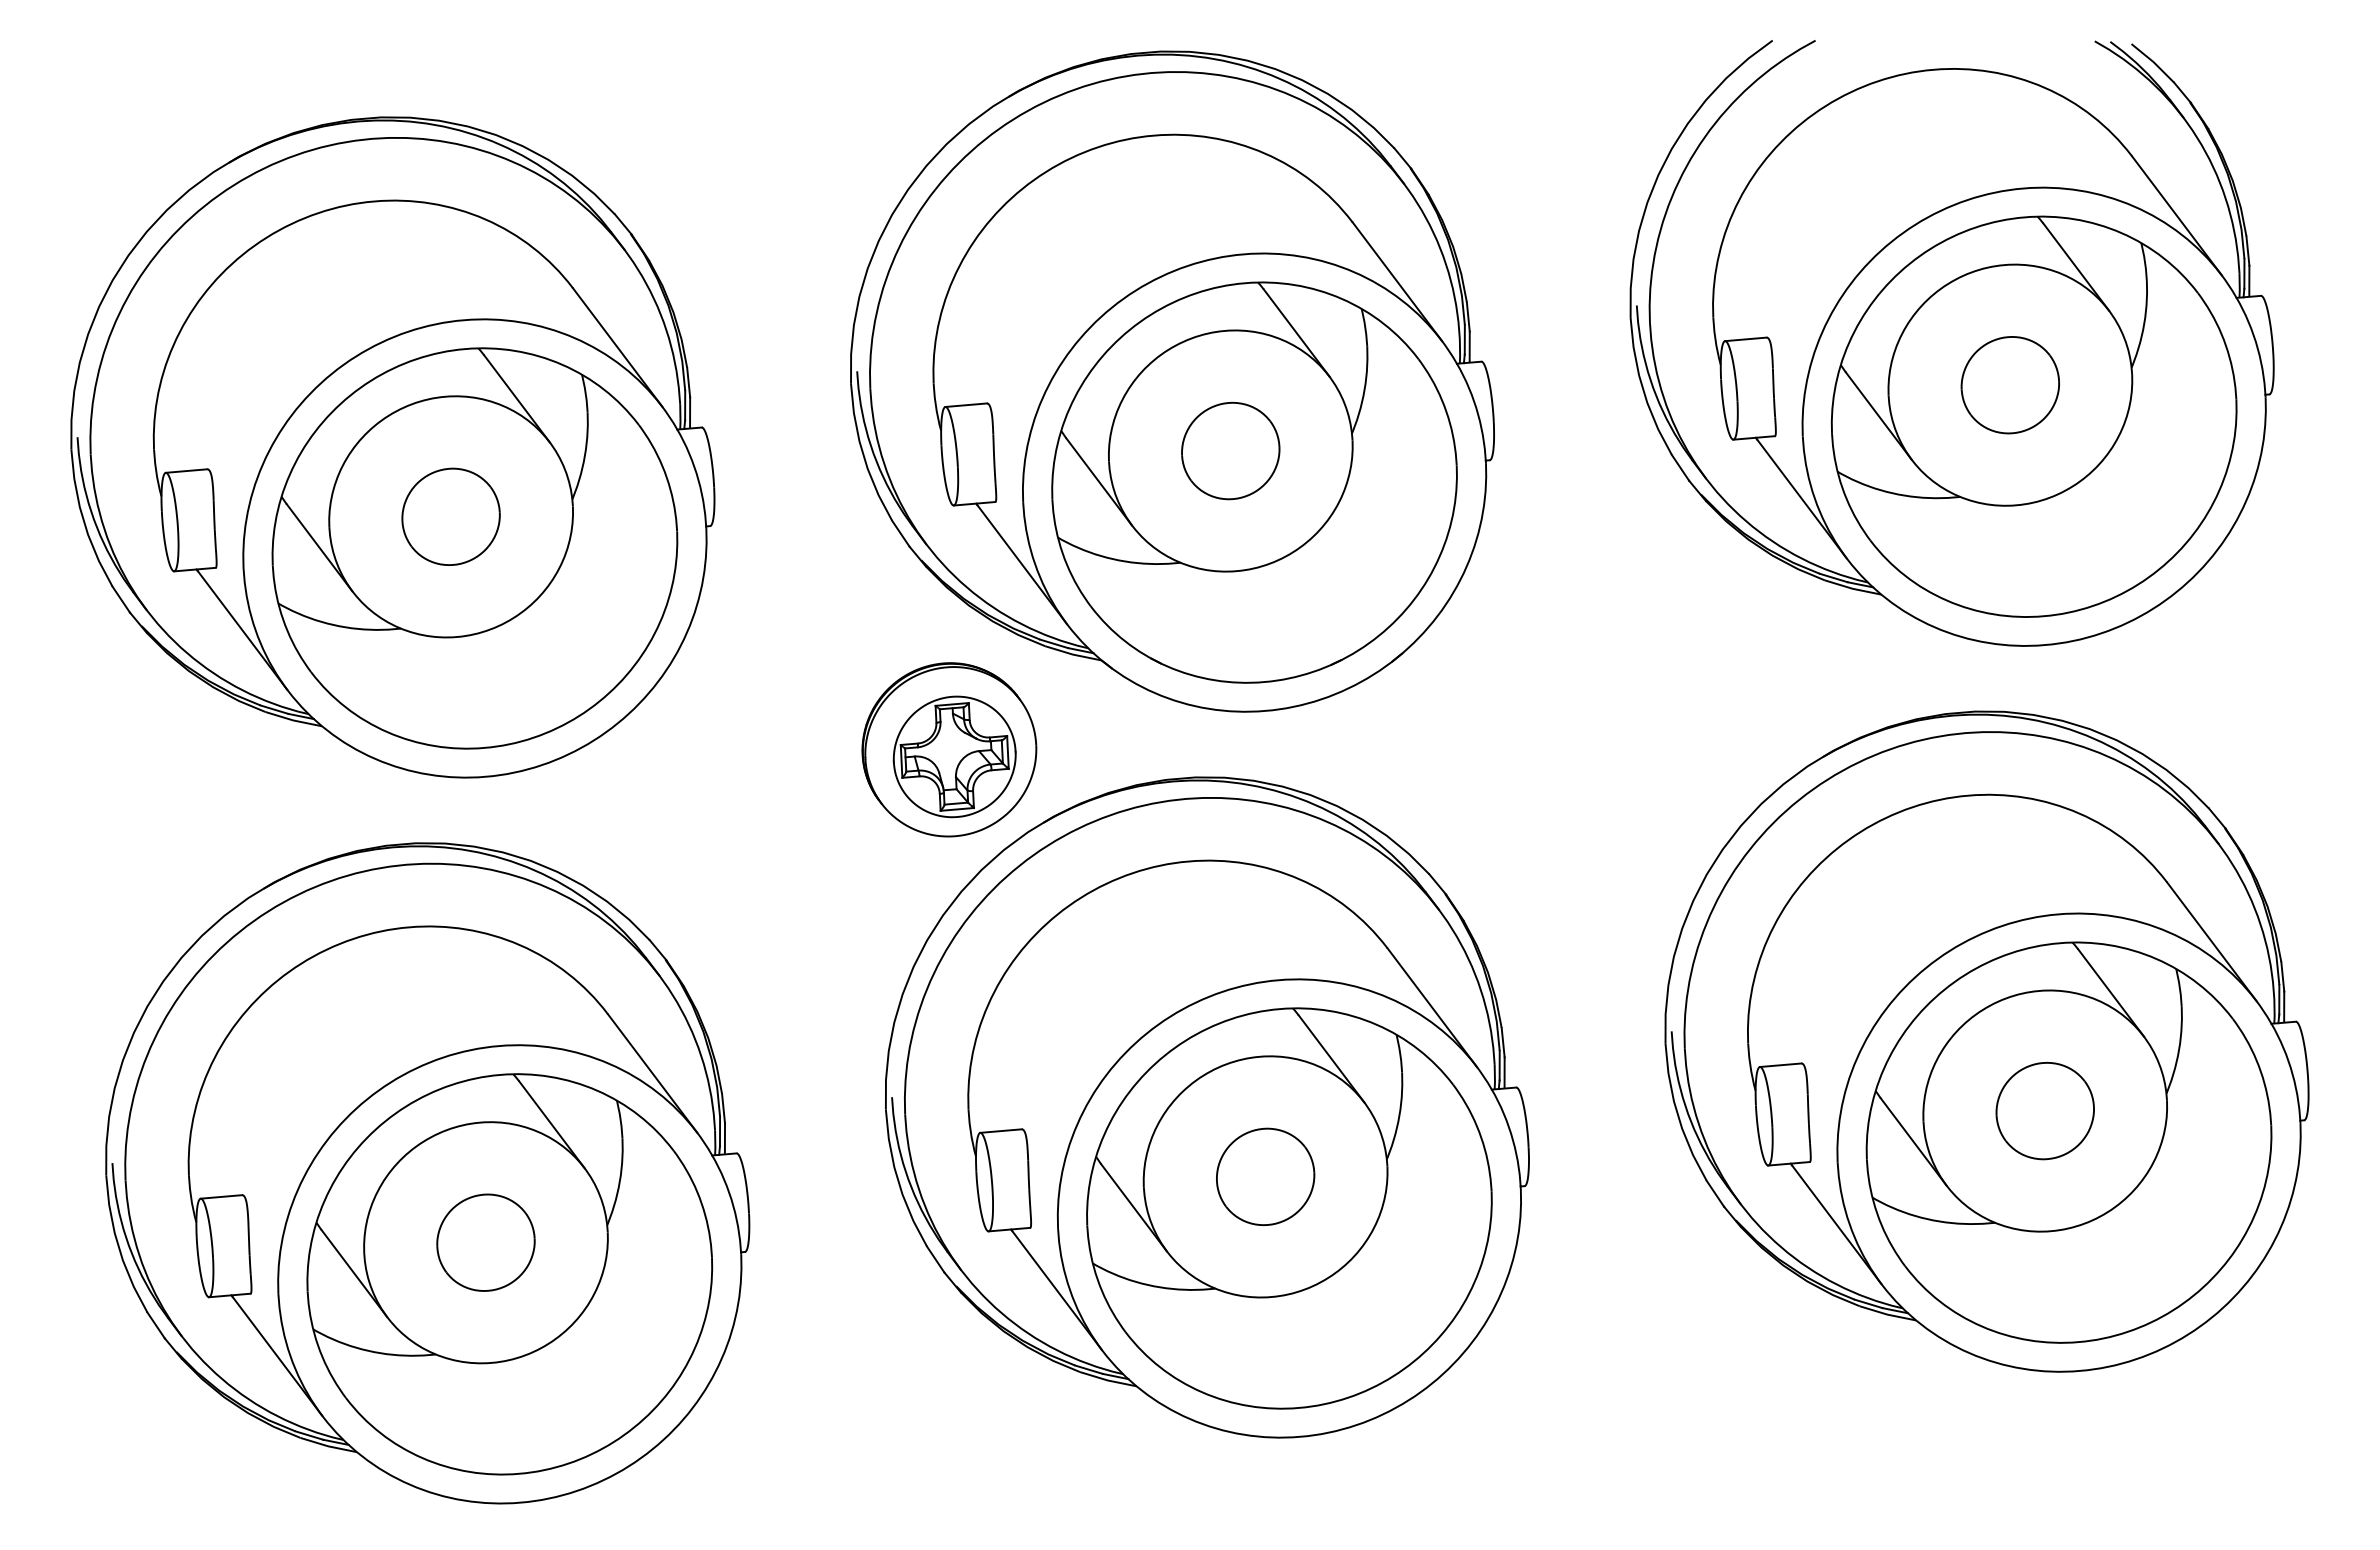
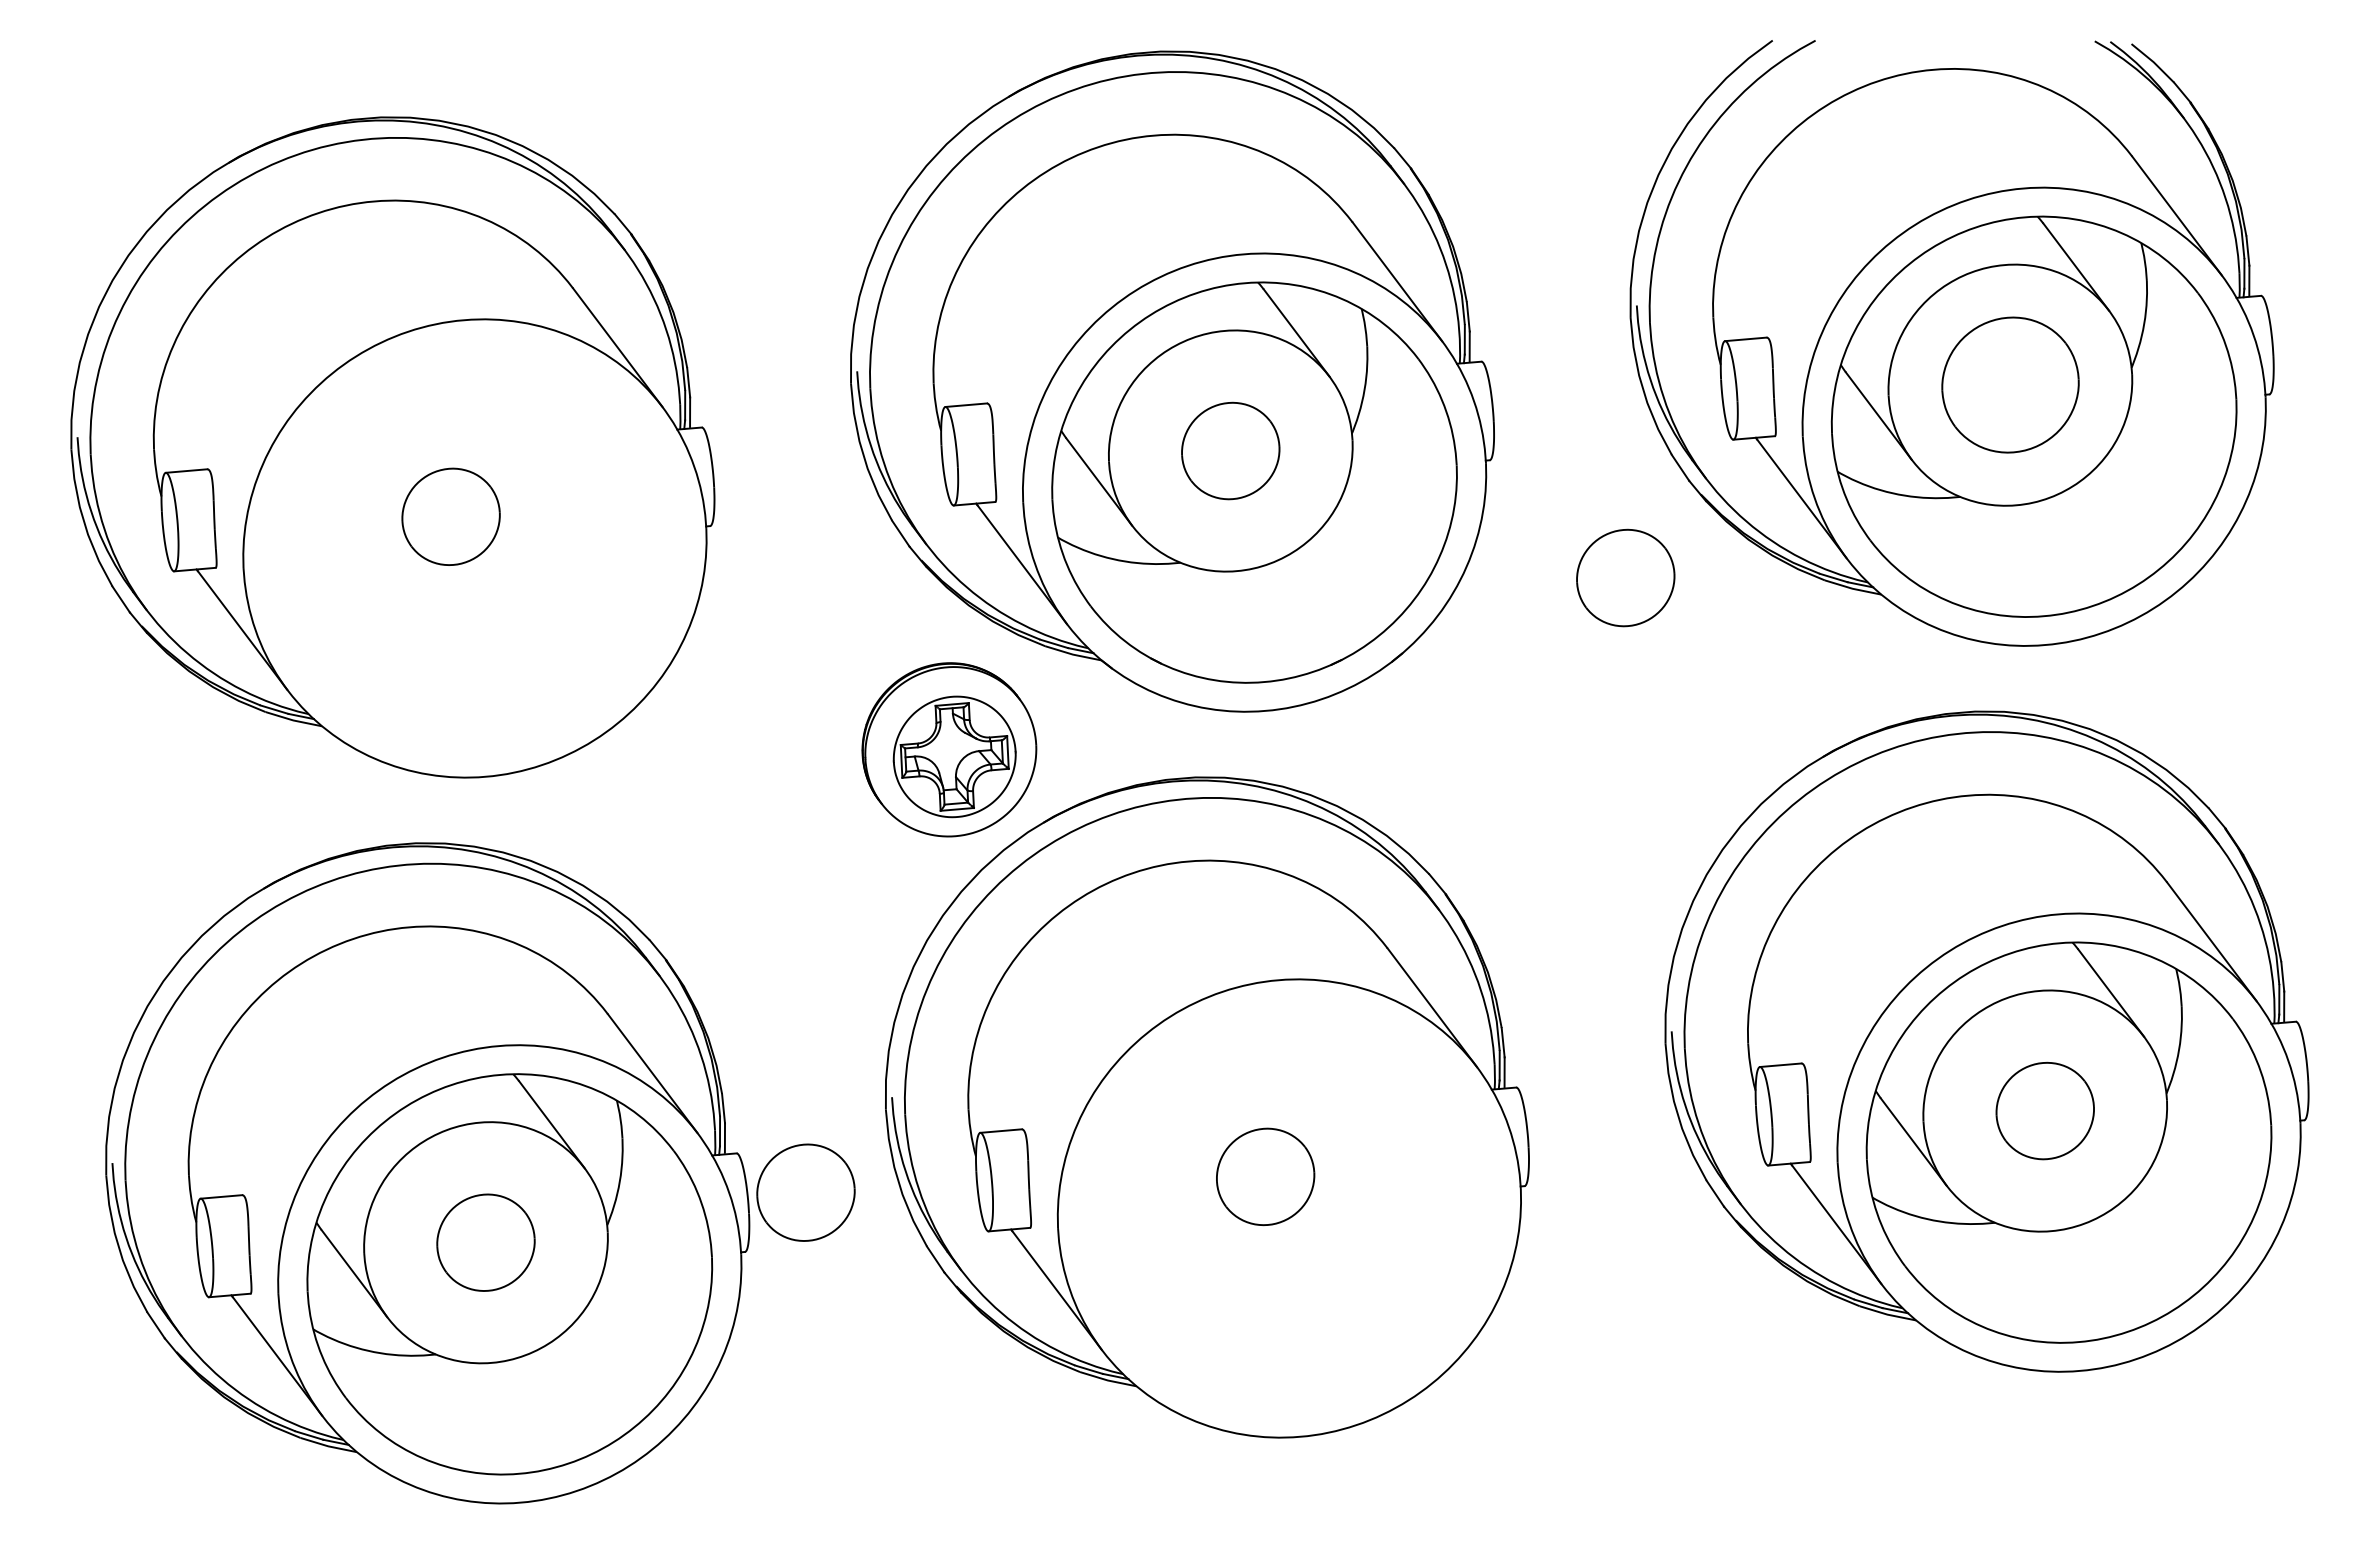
part at (2009, 385) size: 100x99 px -> 139x138 px
part at (474, 548): present -> none
part at (1625, 577): none -> present
part at (805, 1192): none -> present
part at (1289, 1208): present -> none
